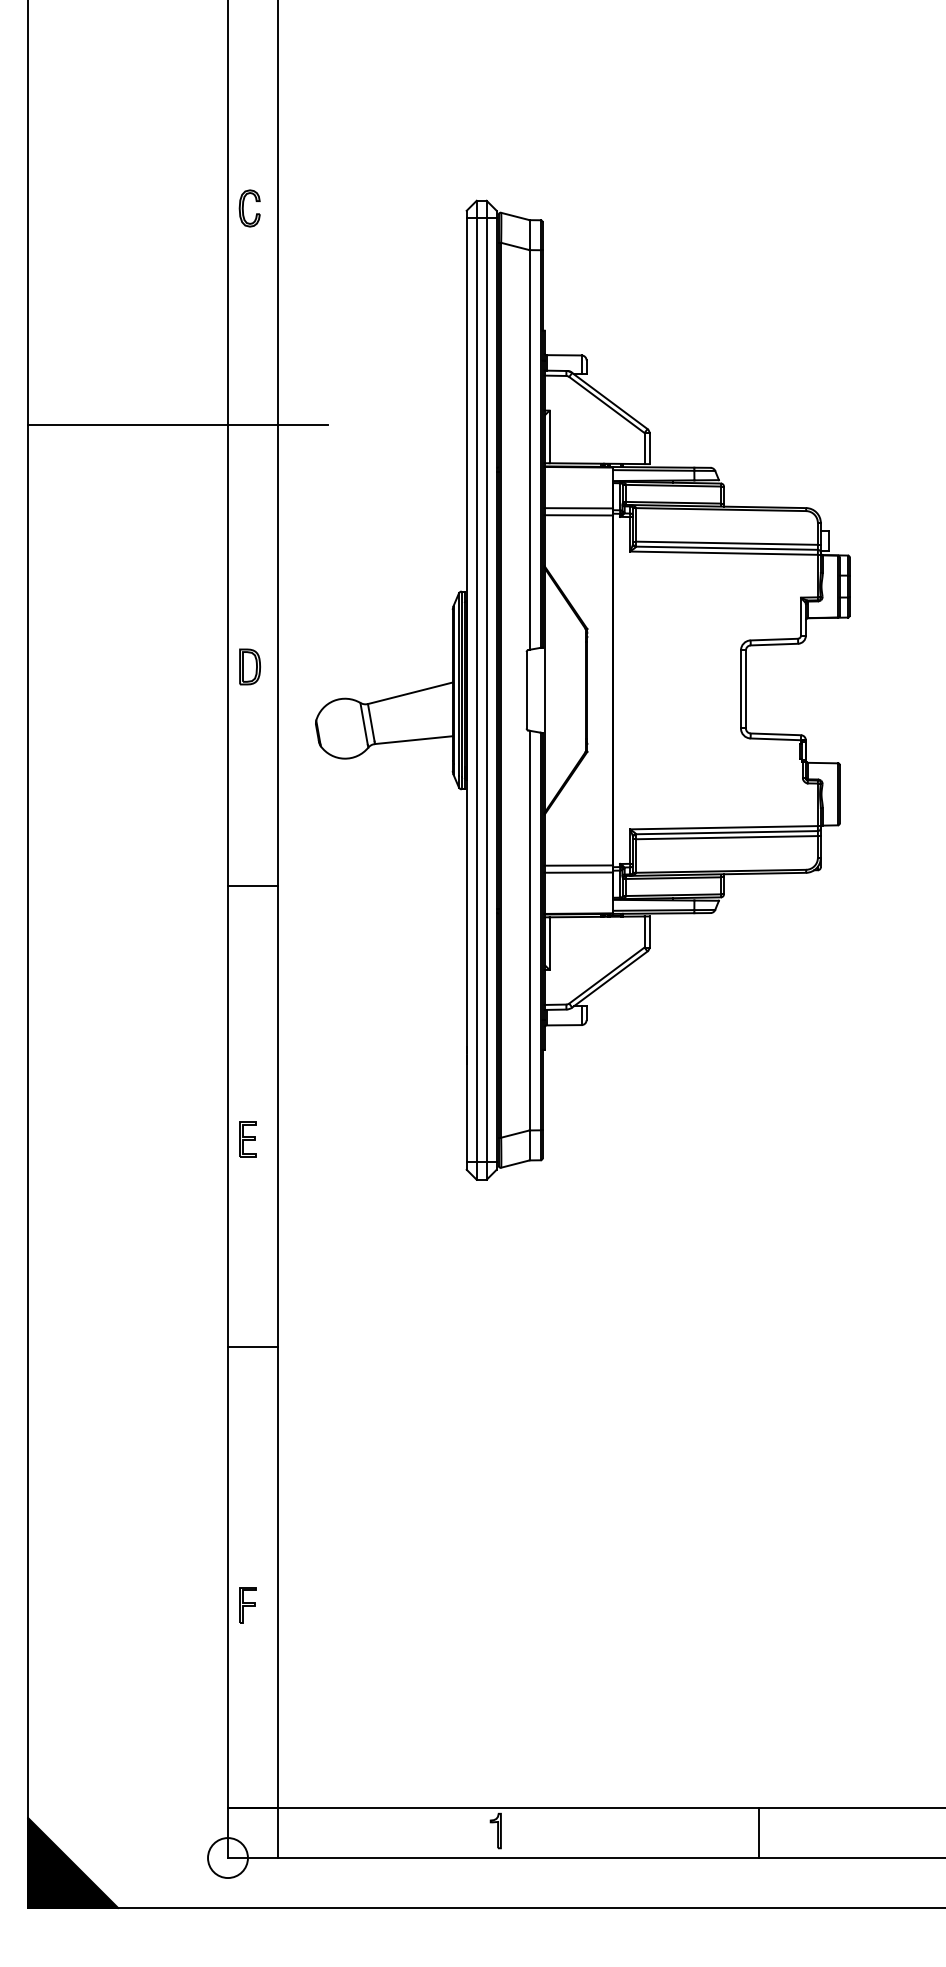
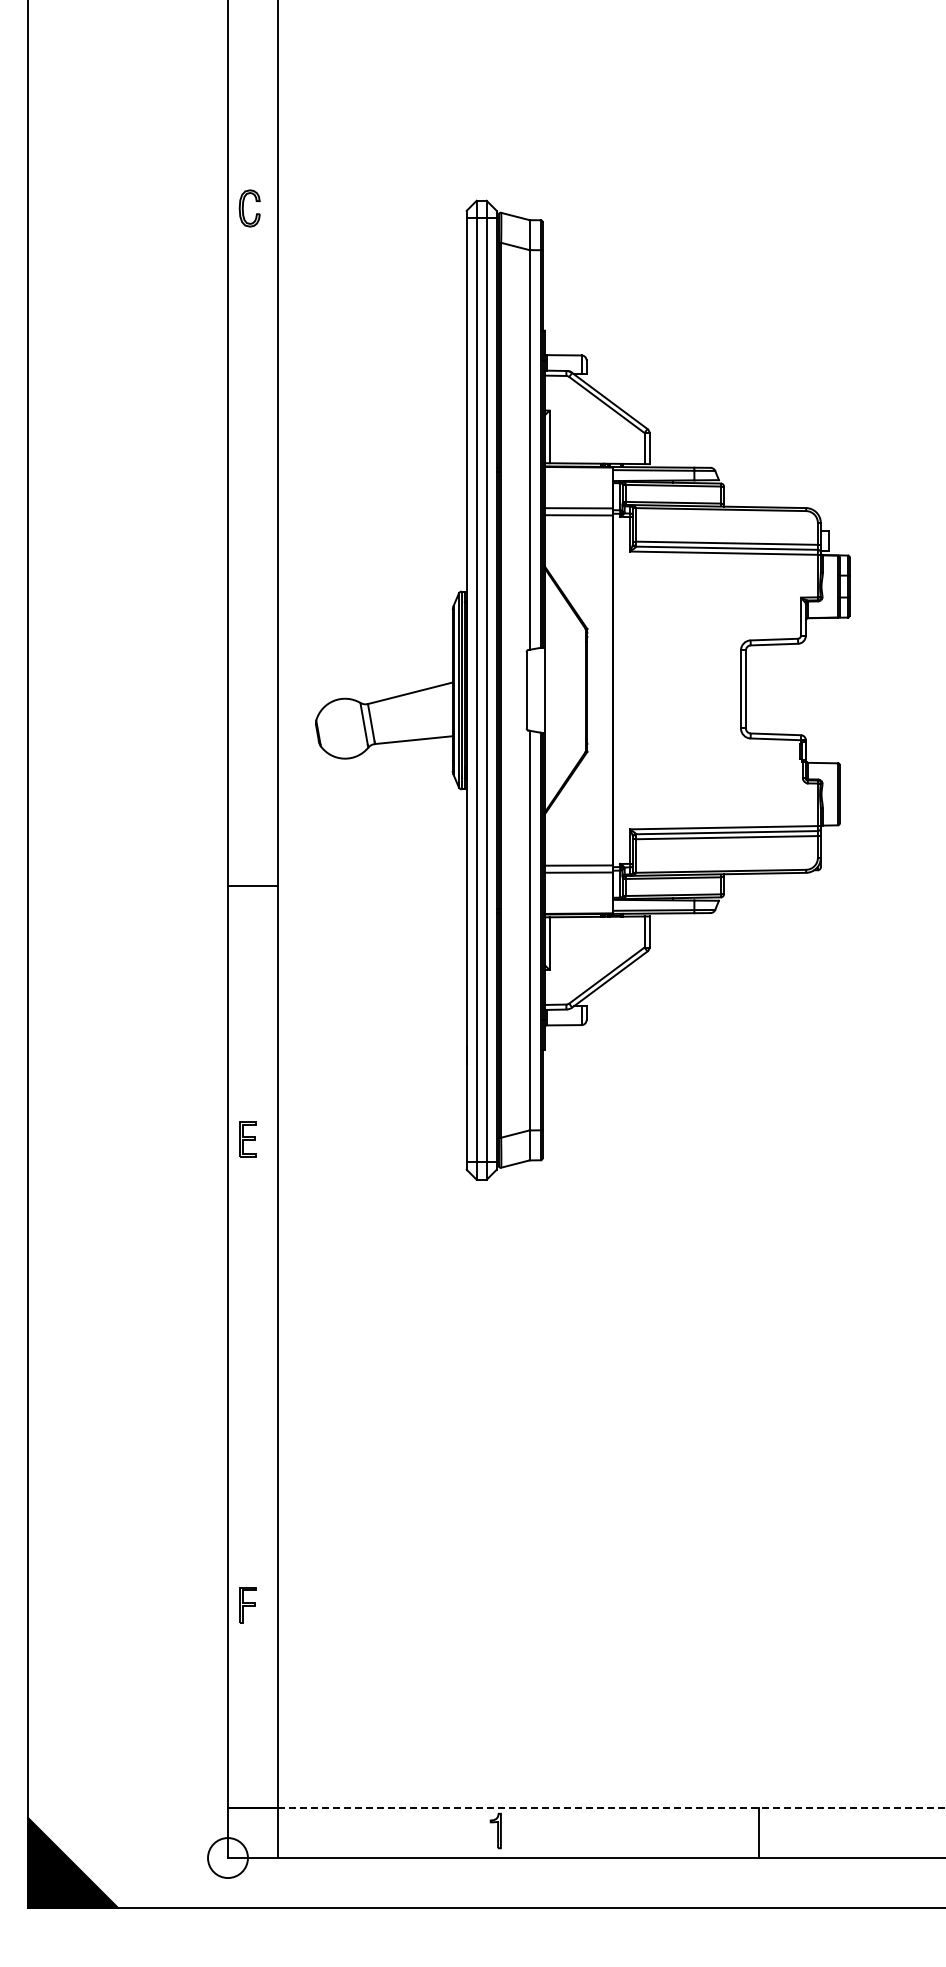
line at (177, 424): present -> none
part at (249, 666): present -> none
line at (252, 1346): present -> none
line at (611, 1808): solid -> dashed
